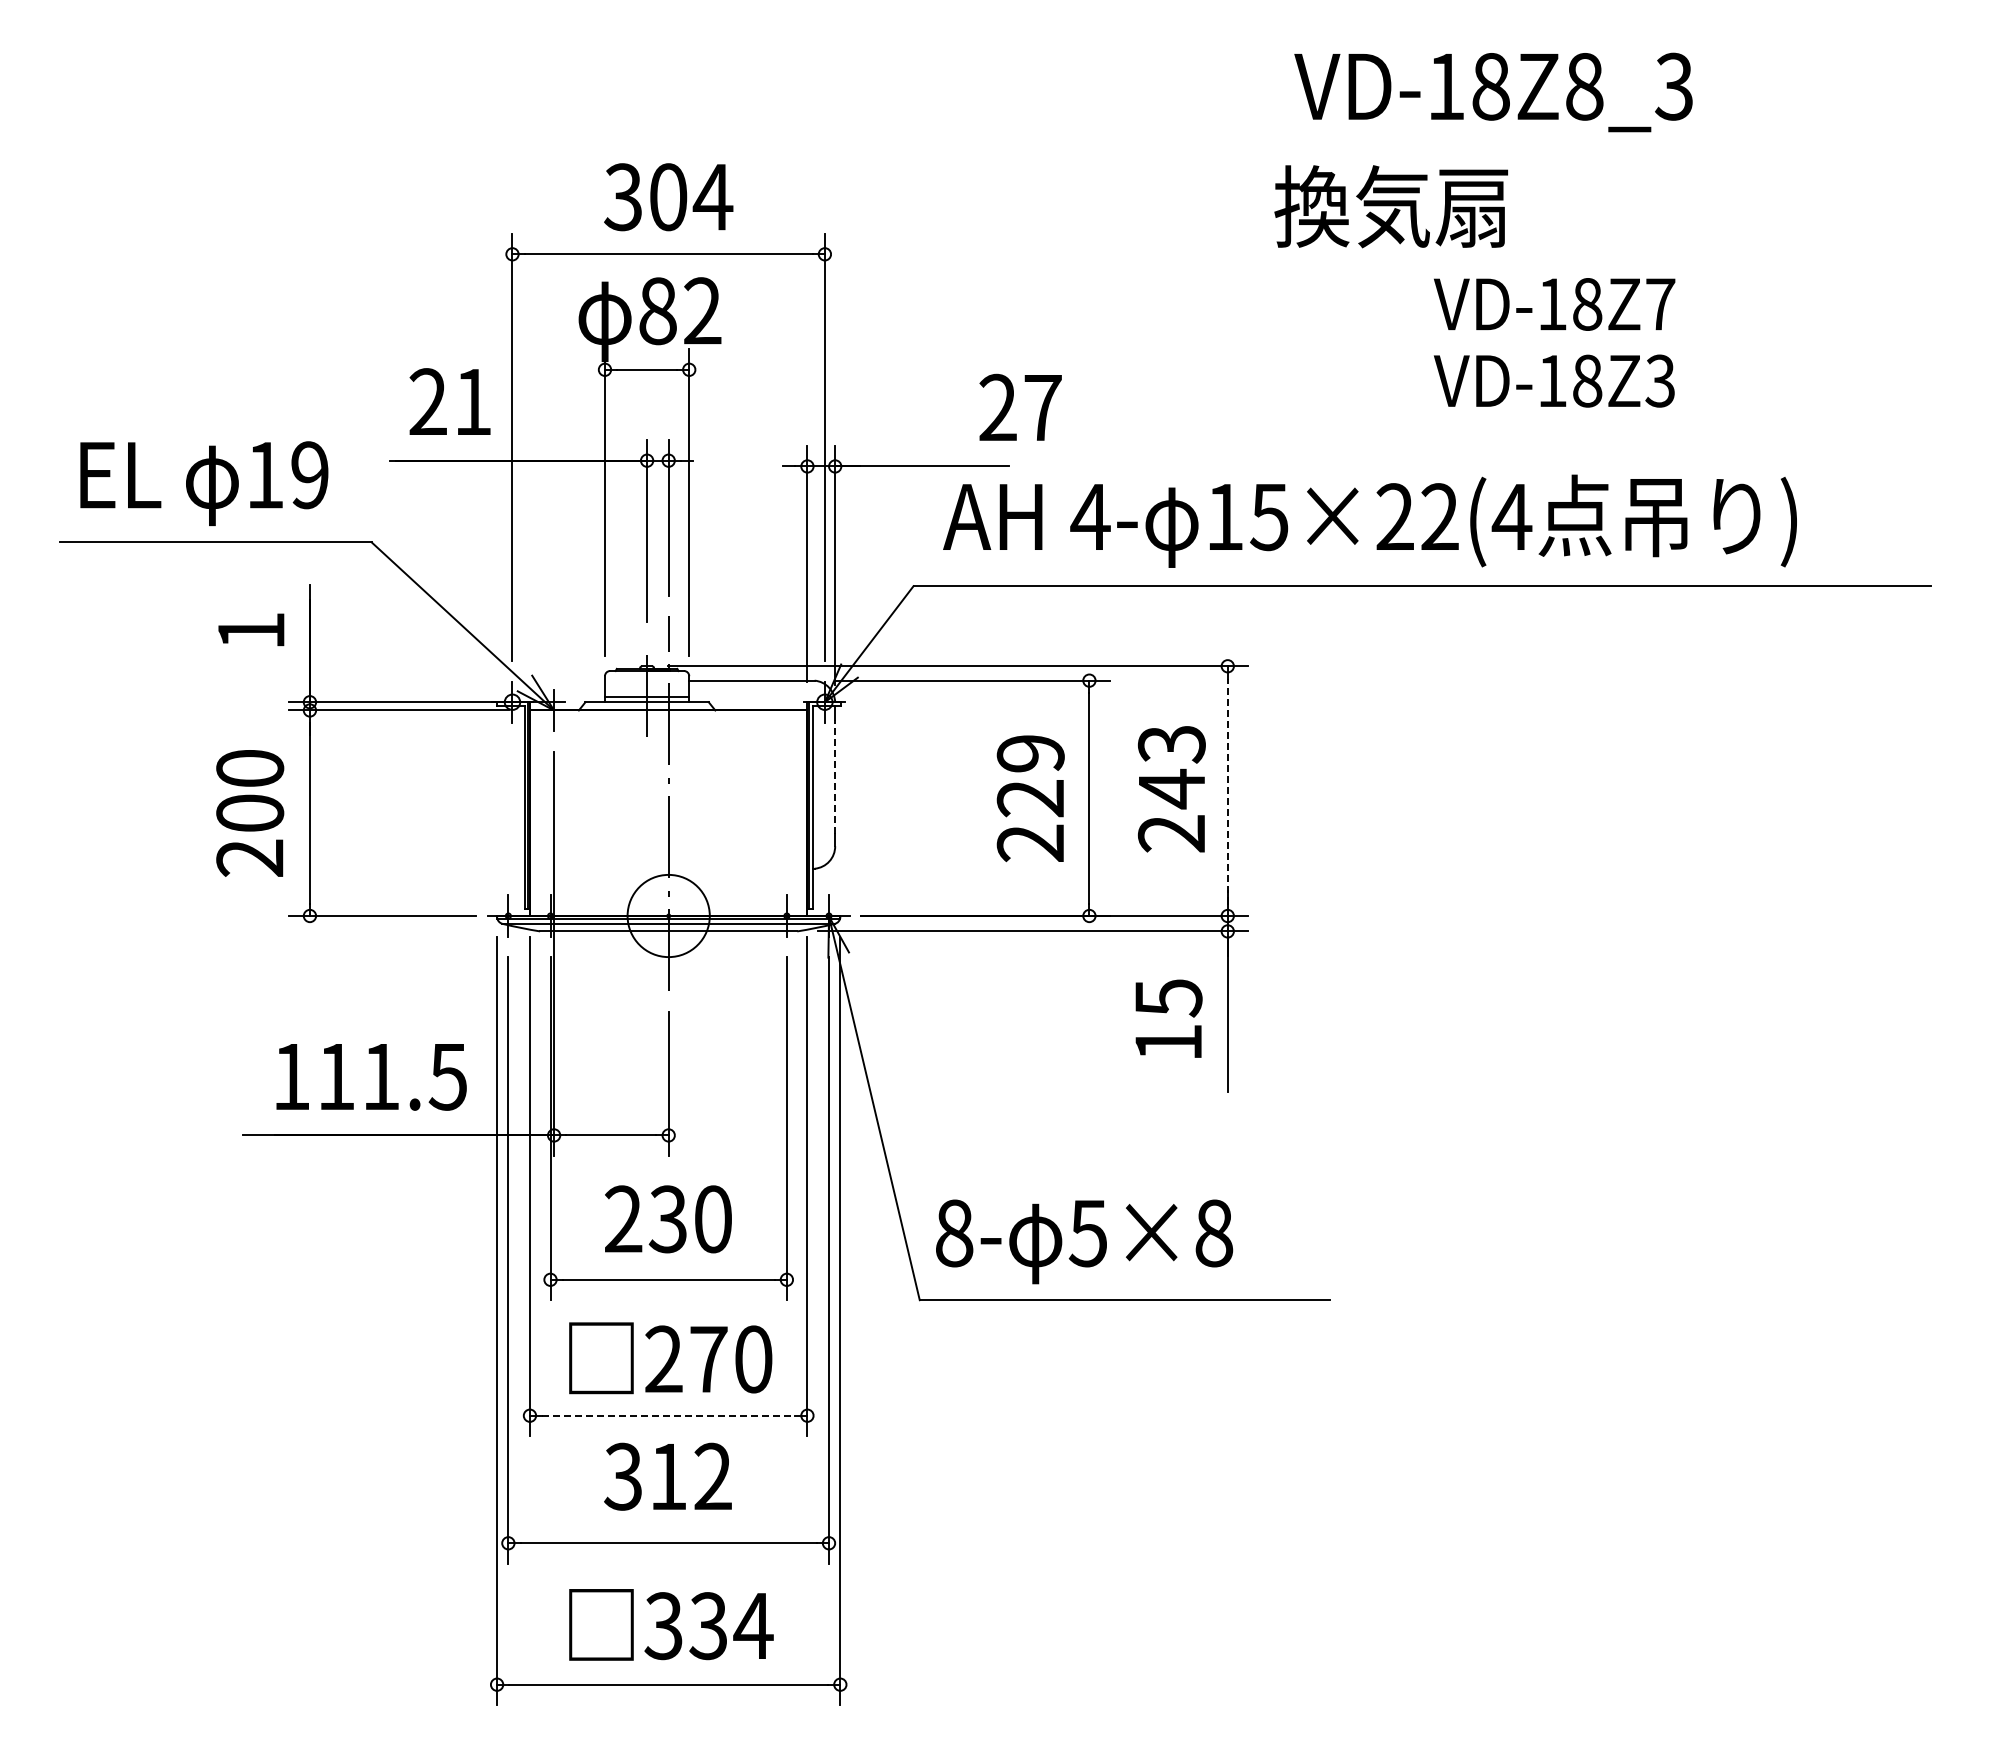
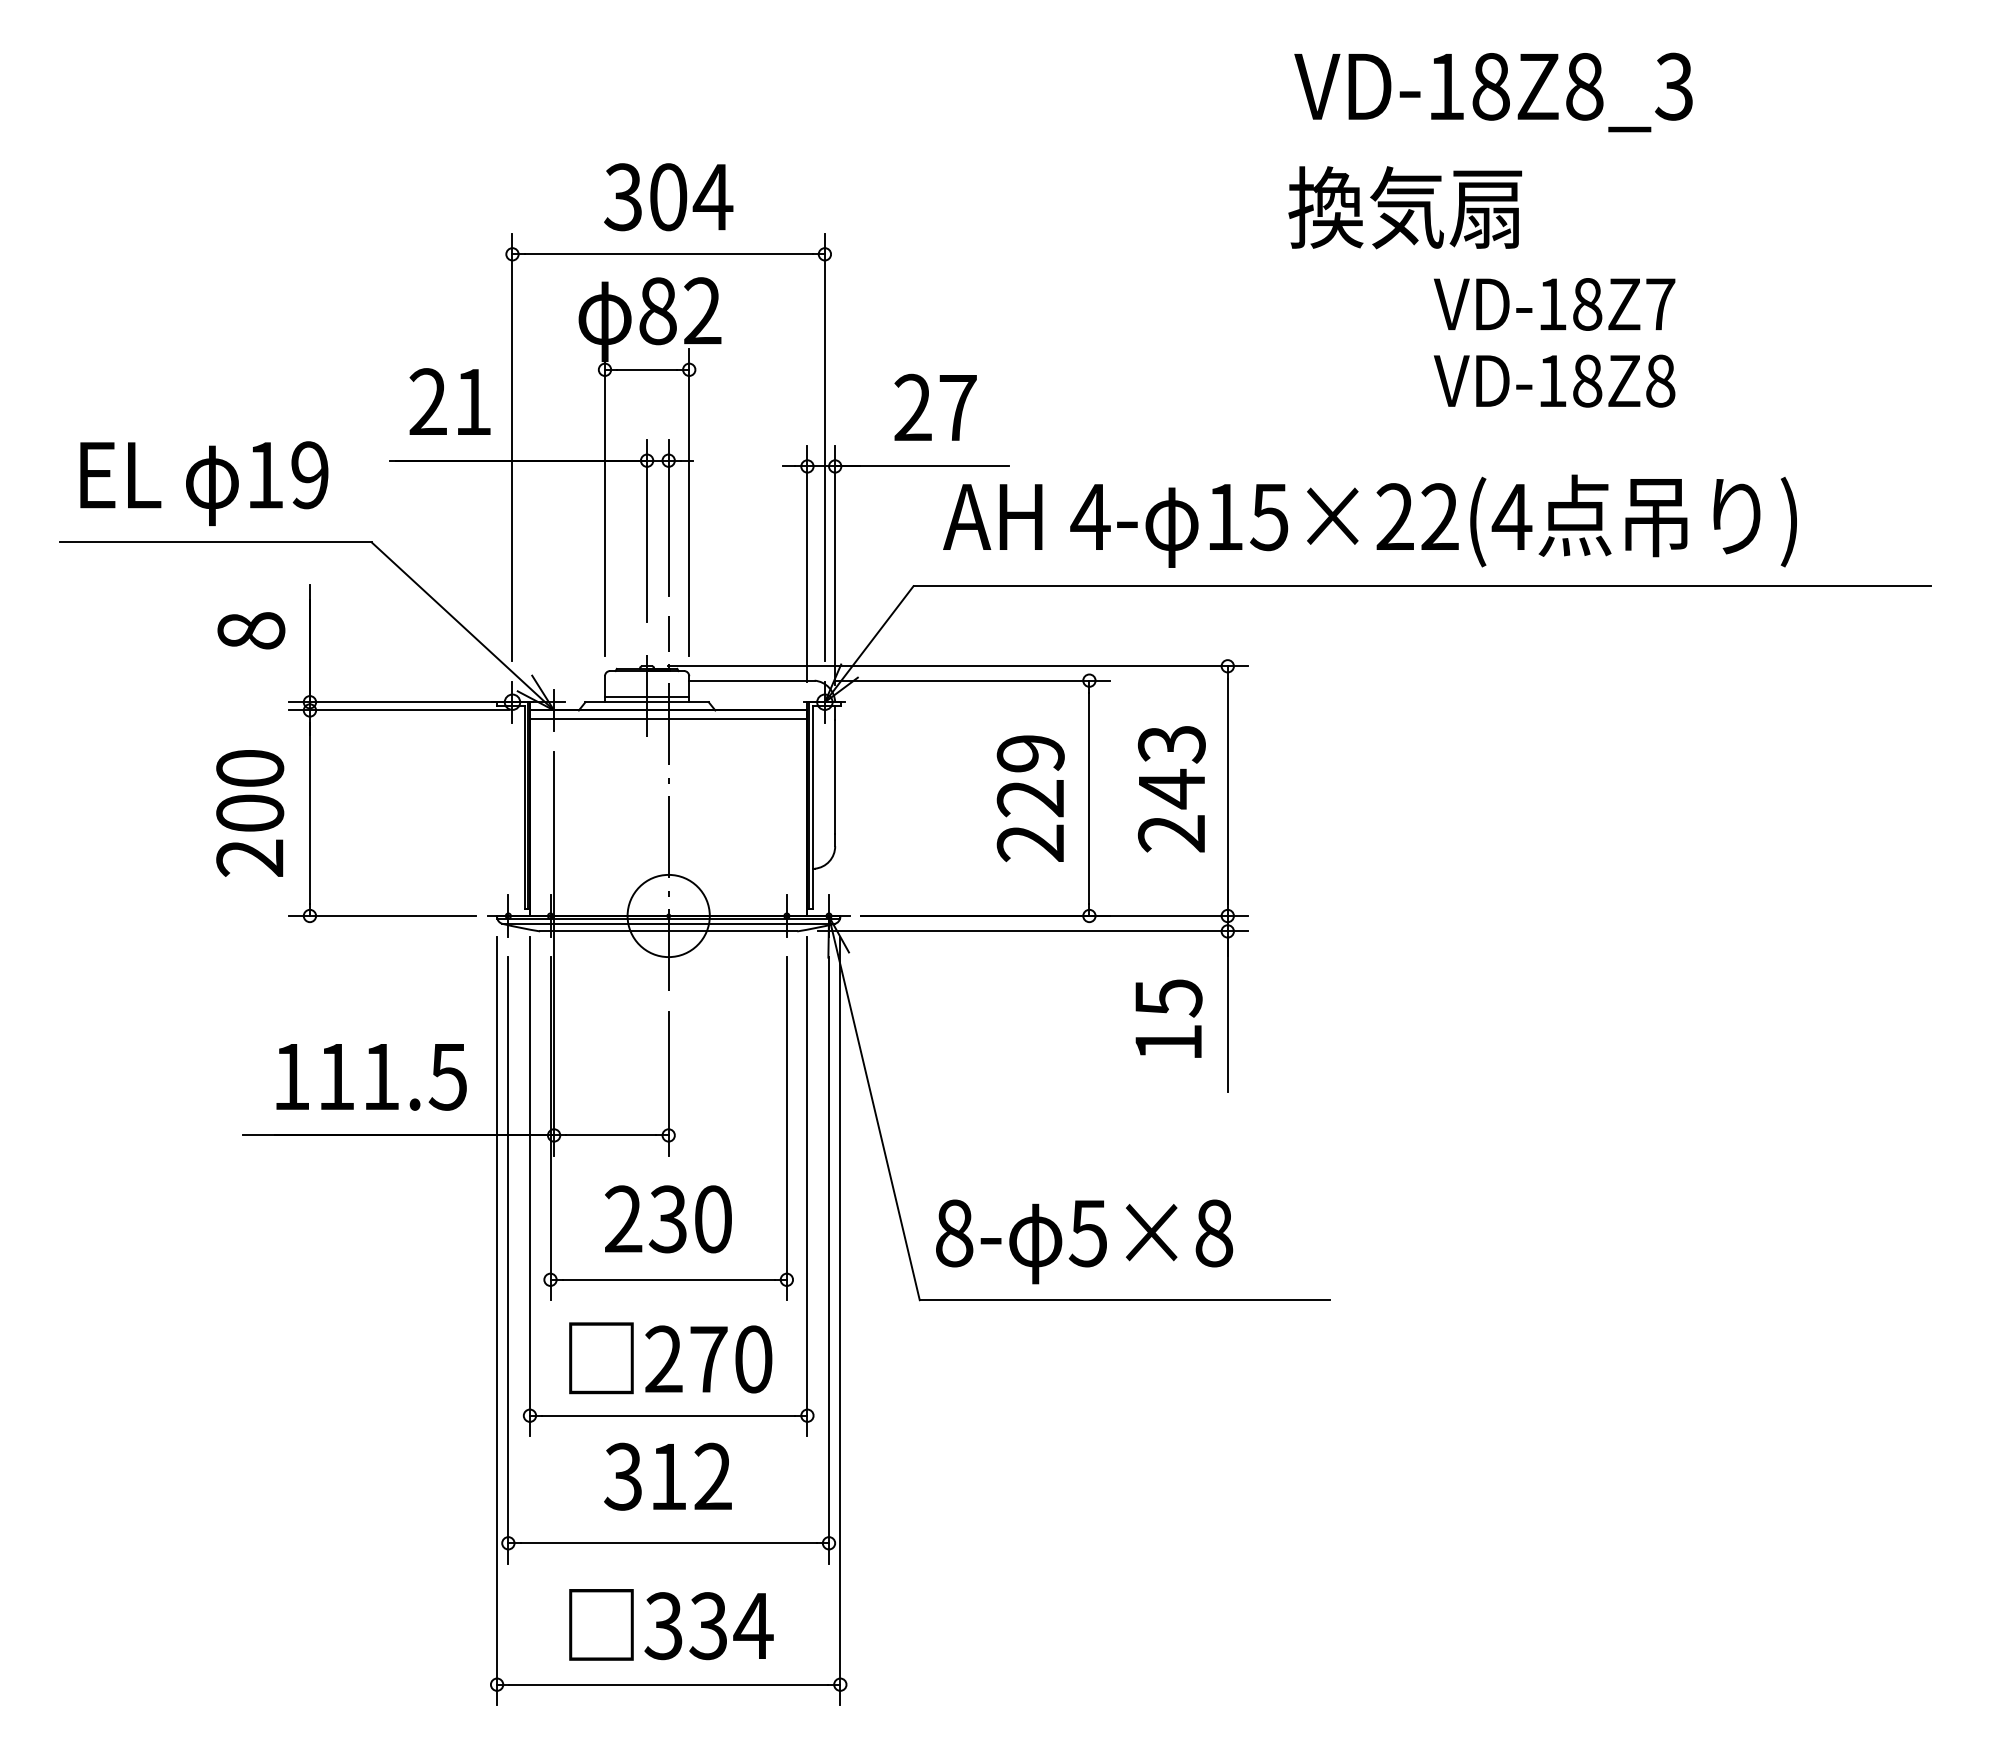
text at (1390, 206) position: (1390, 206) -> (1404, 207)
text at (1660, 380): VD-18Z3 -> VD-18Z8
text at (1020, 406) position: (1020, 406) -> (935, 406)
text at (251, 630): 1 -> 8
line at (668, 718): none -> present
line at (835, 777): dashed -> solid
line at (1227, 791): dashed -> solid
line at (669, 1415): dashed -> solid
